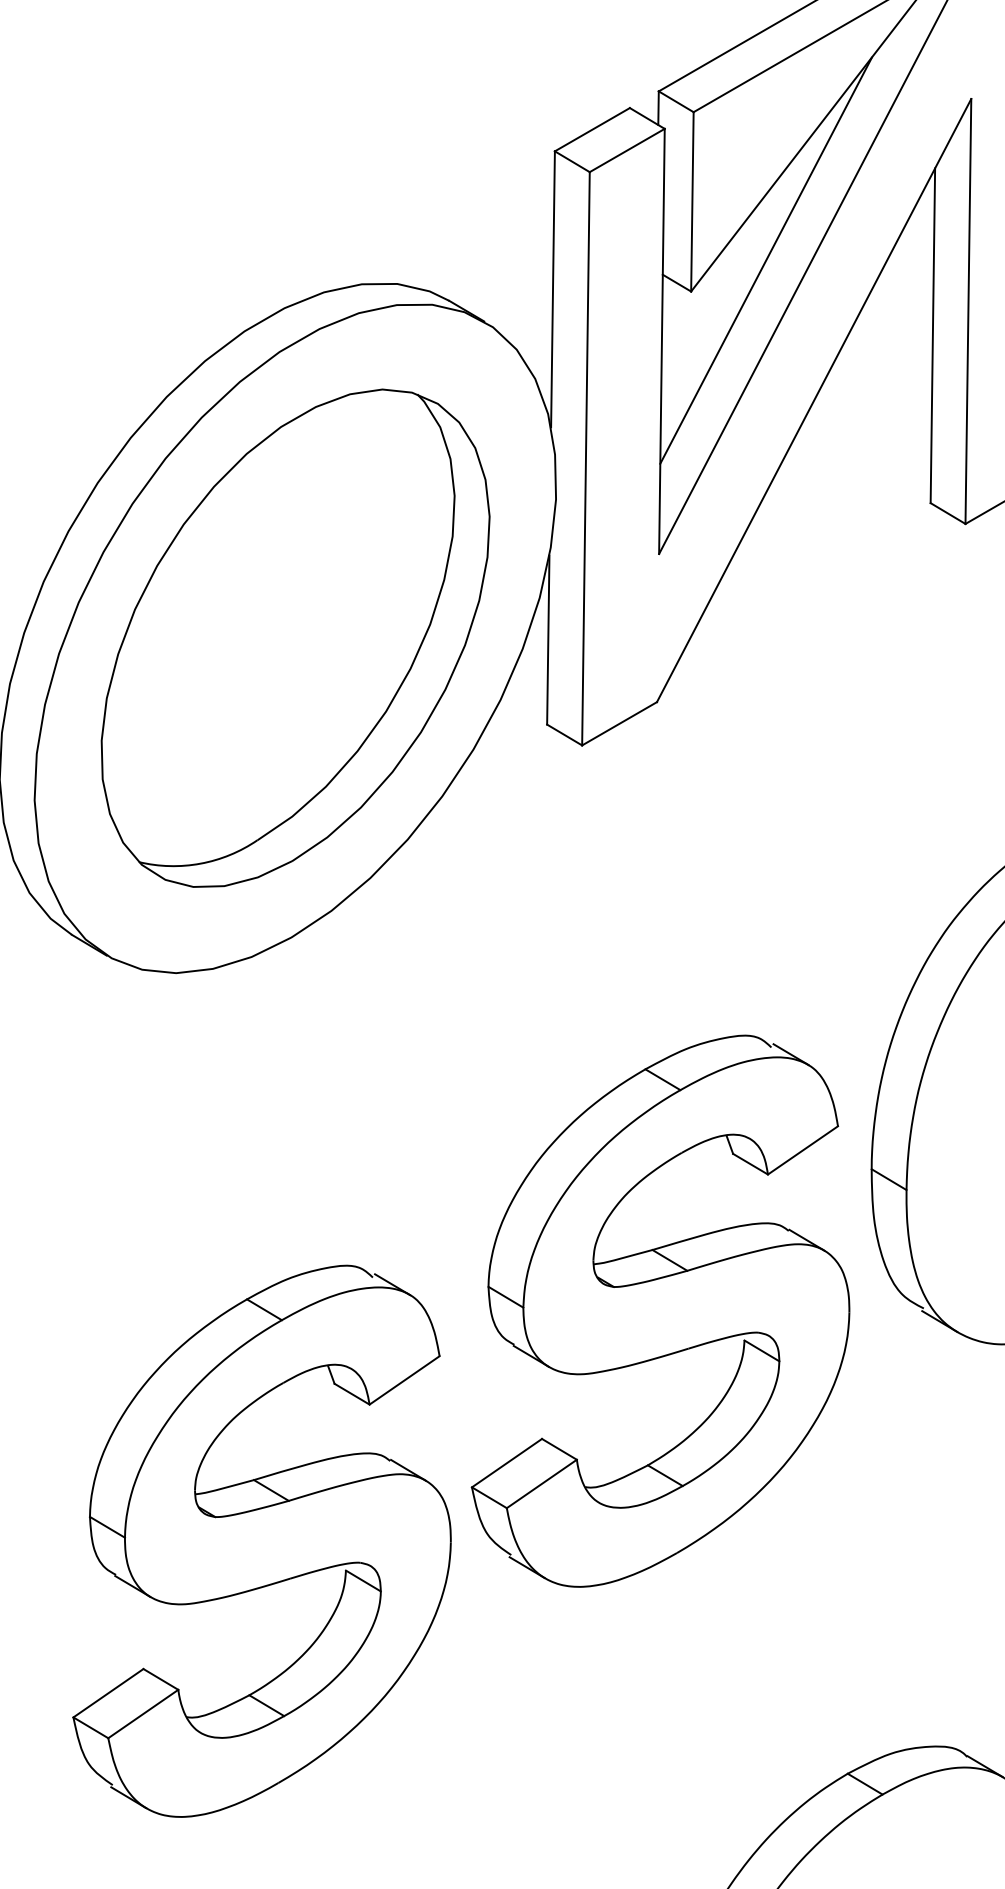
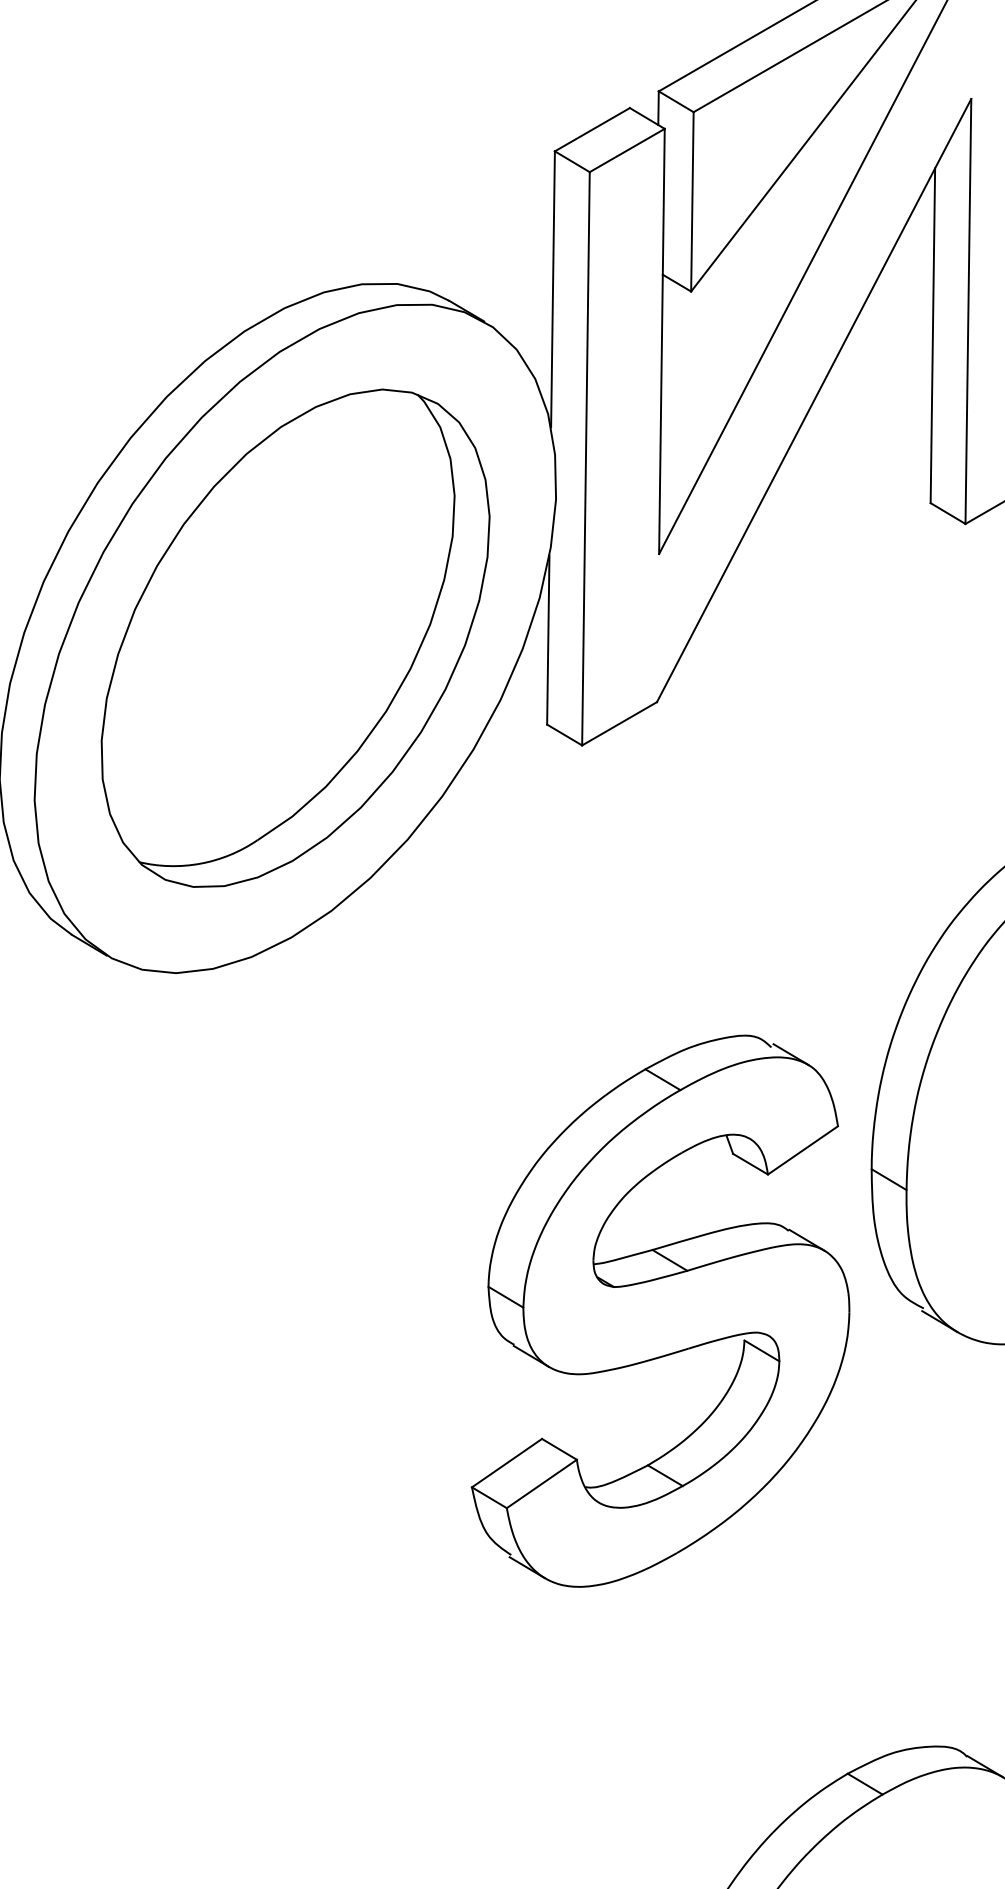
line at (765, 260): present -> none
part at (261, 1540): present -> none
